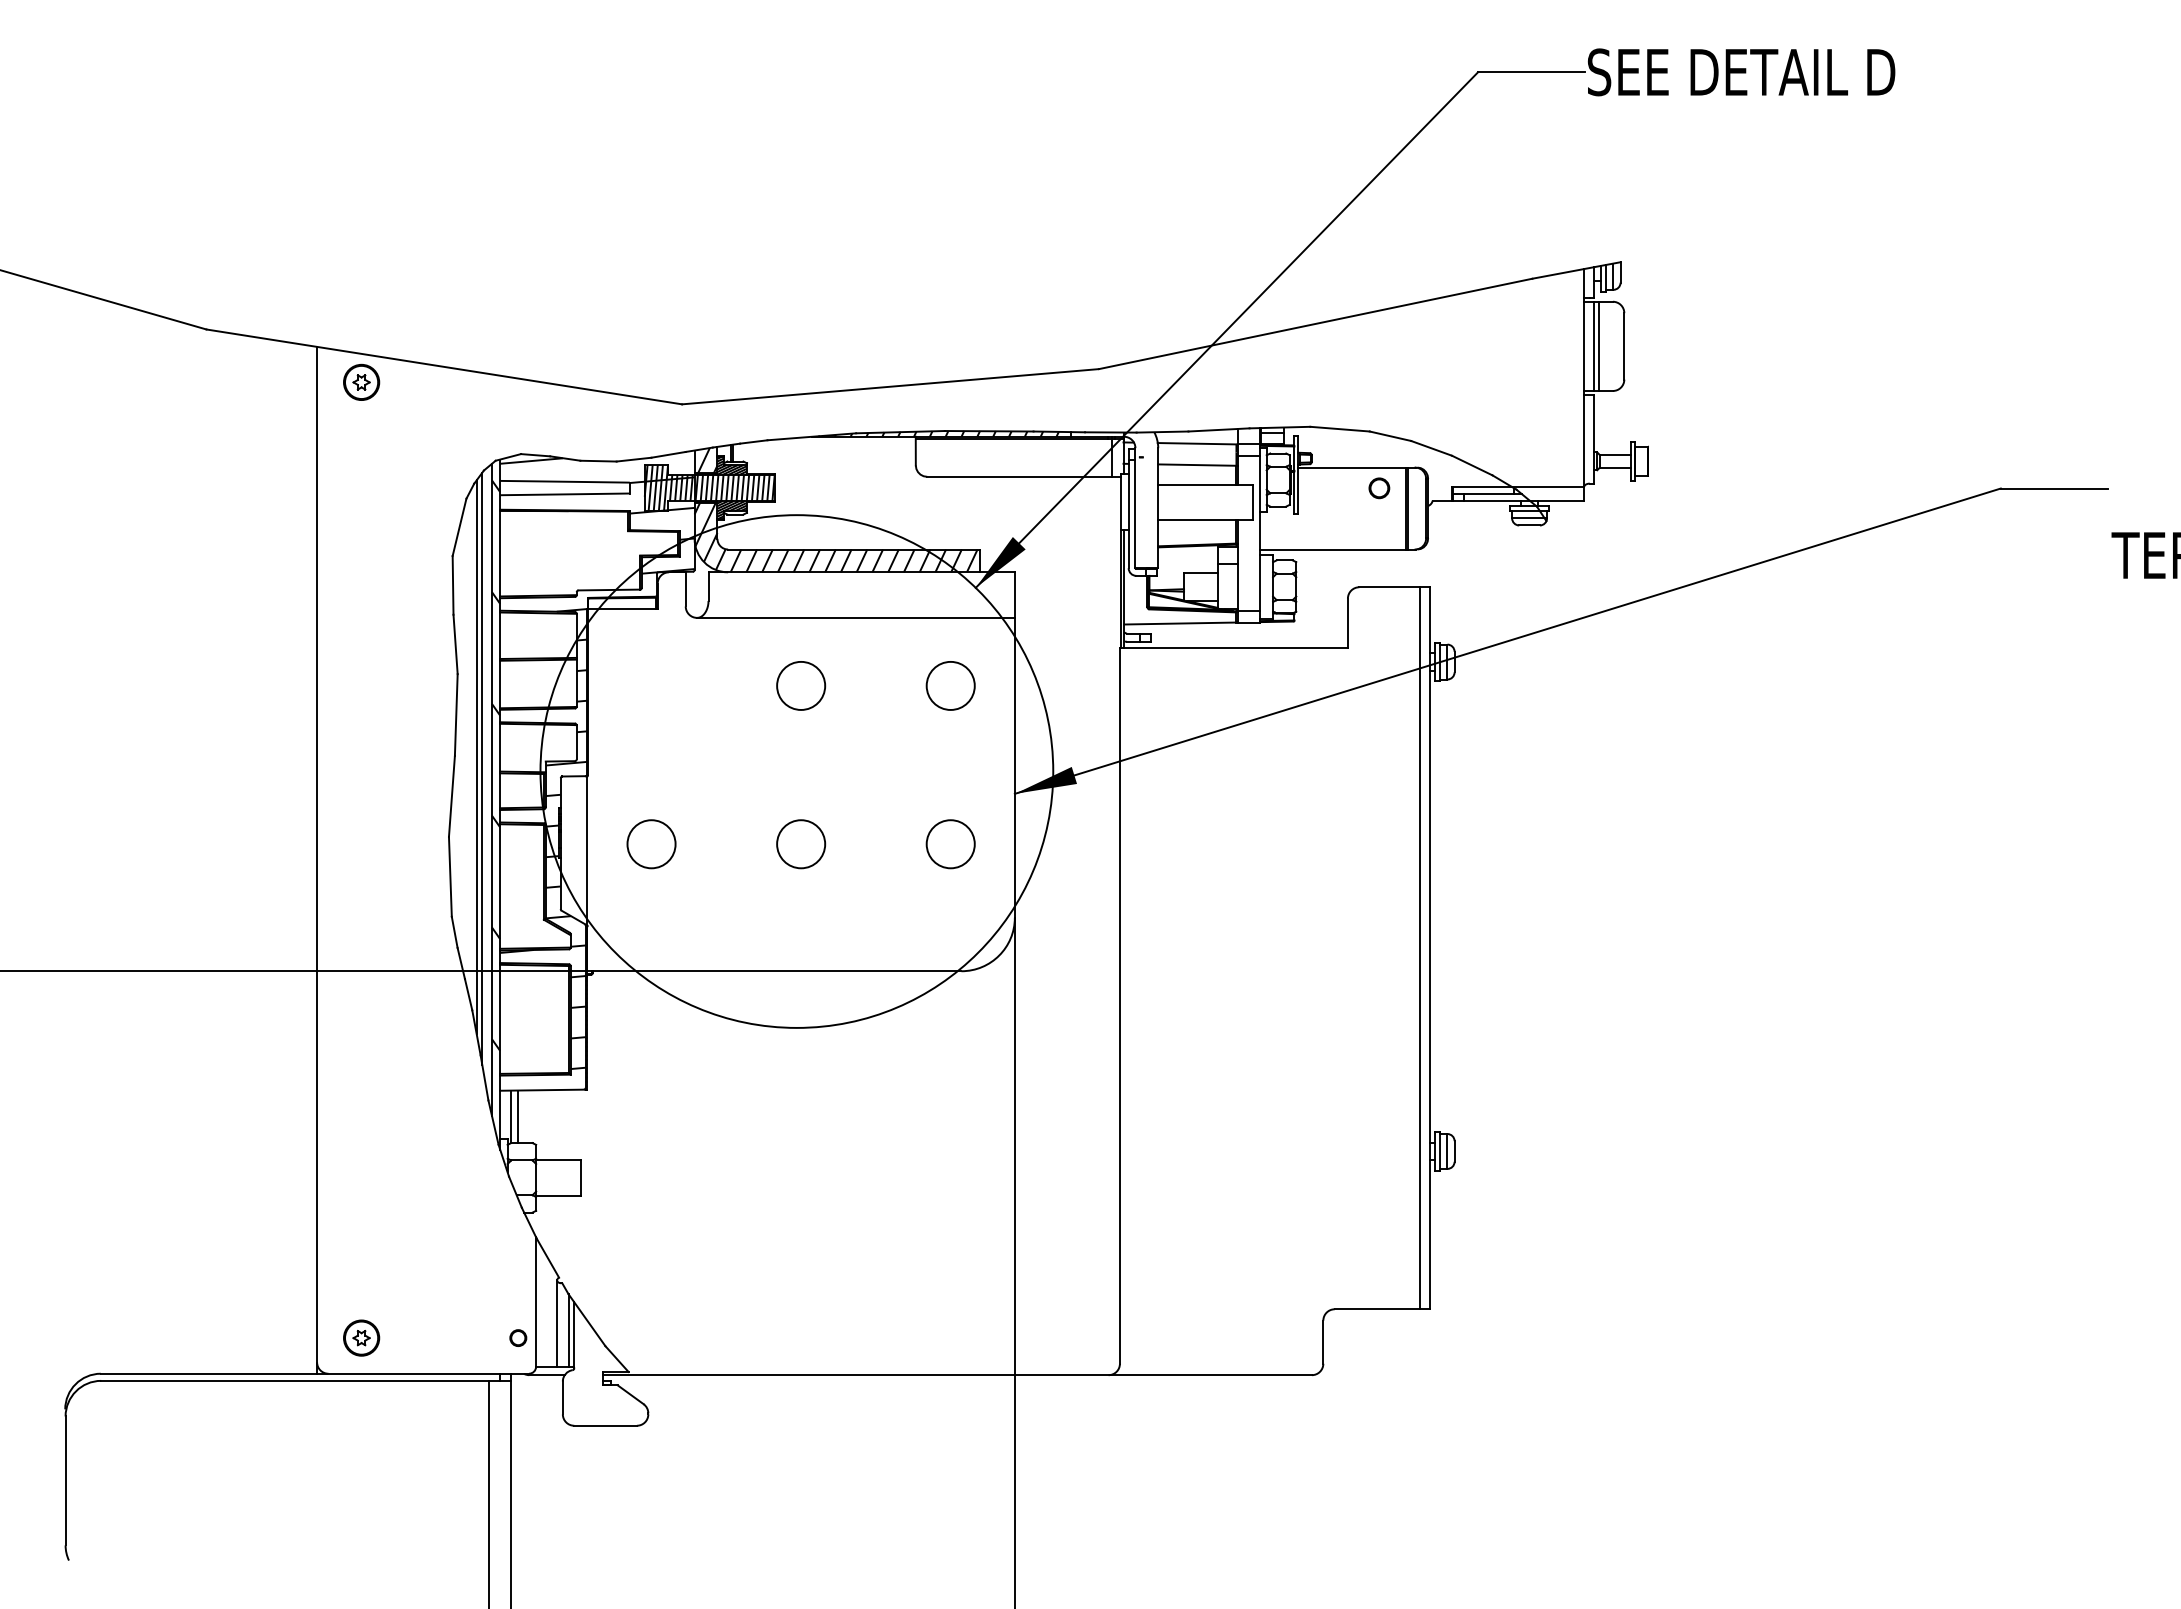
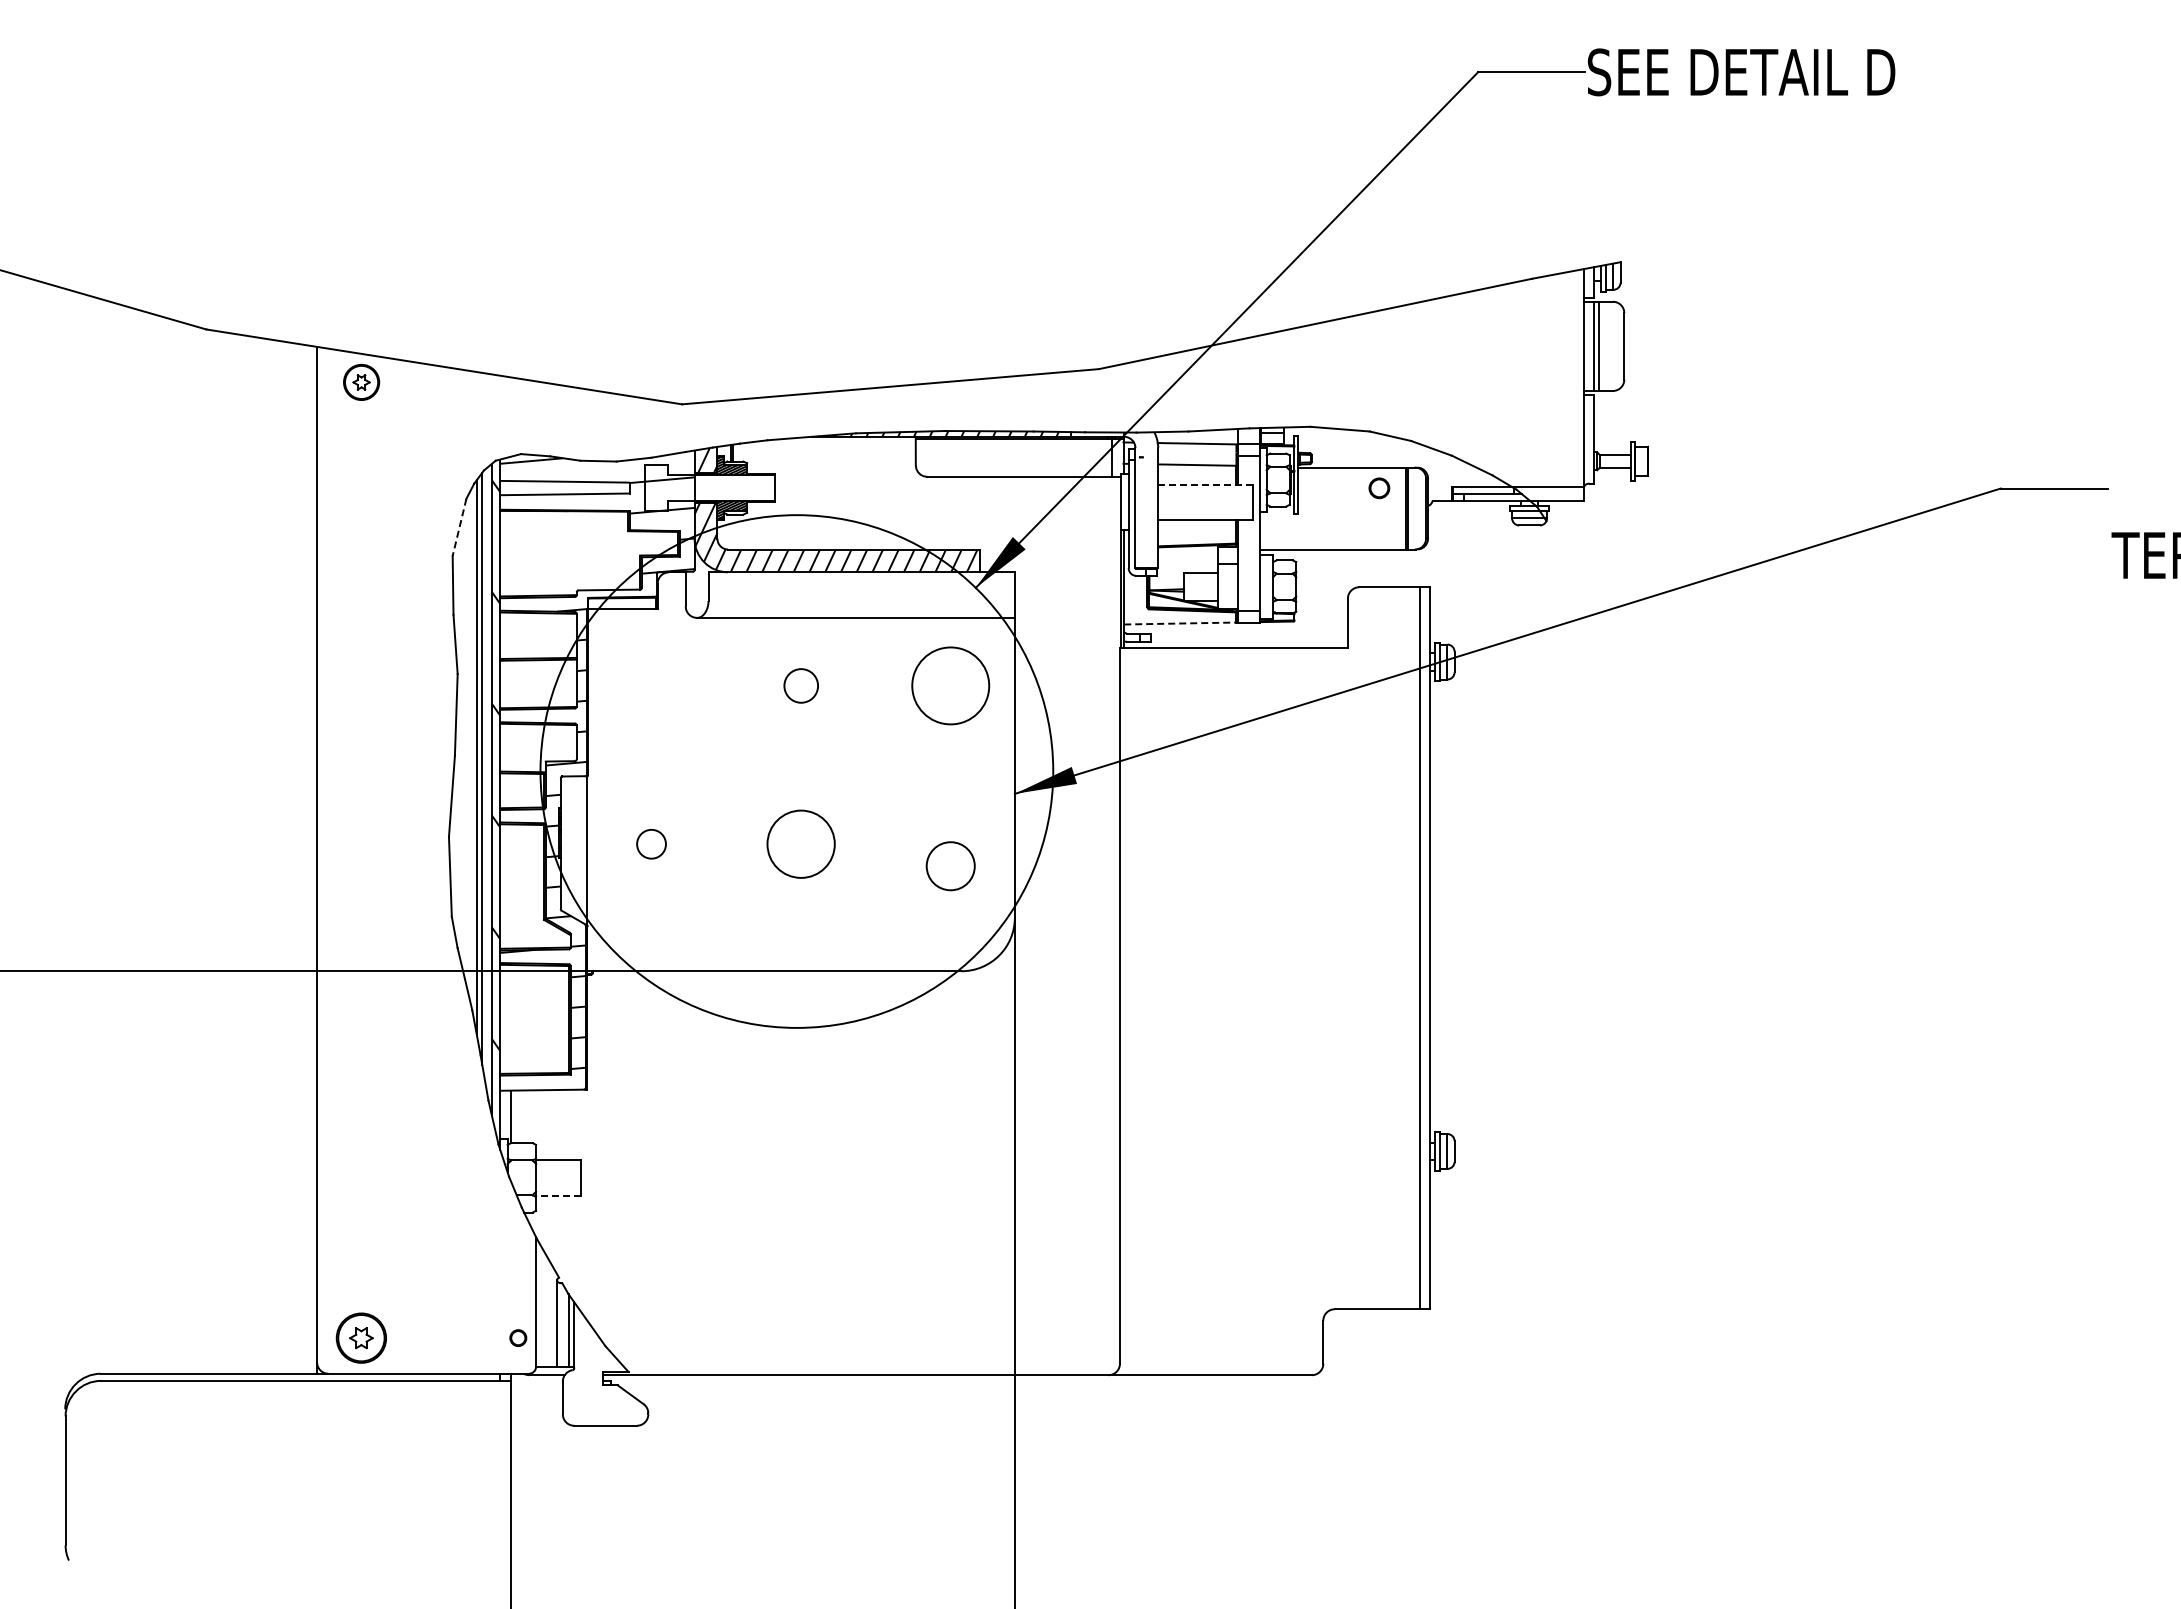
line at (1205, 484): solid -> dashed
hatch at (709, 487): present -> none
line at (459, 527): solid -> dashed
line at (1180, 623): solid -> dashed
circle at (801, 685) size: 51x50 px -> 36x36 px
circle at (950, 685) diameter: 48 px -> 77 px
circle at (651, 844) diameter: 48 px -> 29 px
circle at (801, 844) diameter: 48 px -> 67 px
circle at (950, 844) position: (950, 844) -> (950, 866)
line at (517, 1116): present -> none
line at (558, 1195): solid -> dashed
part at (361, 1337) size: 38x38 px -> 52x52 px
line at (489, 1492): present -> none
